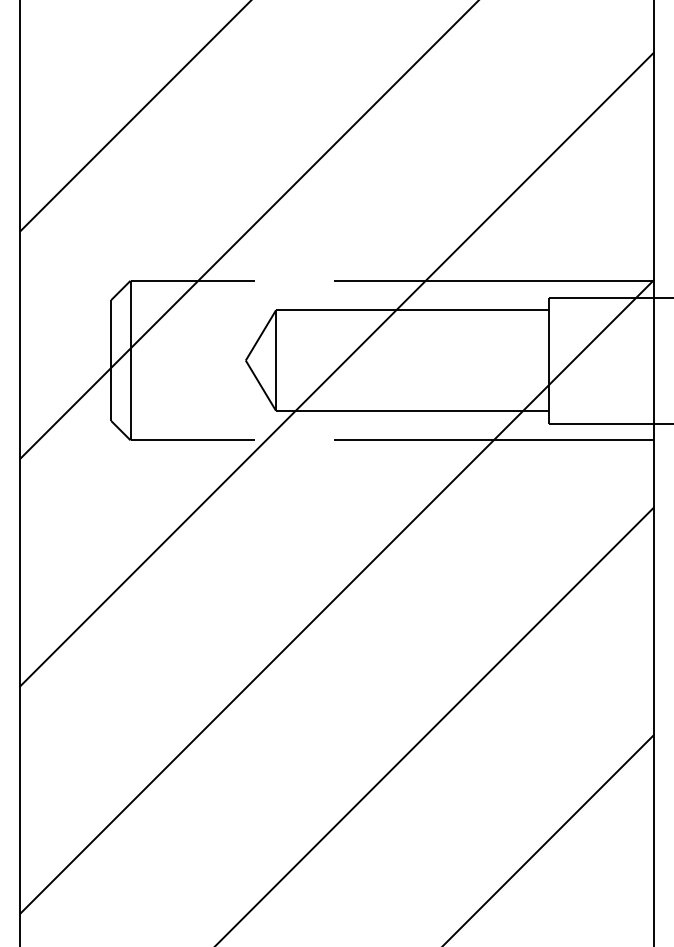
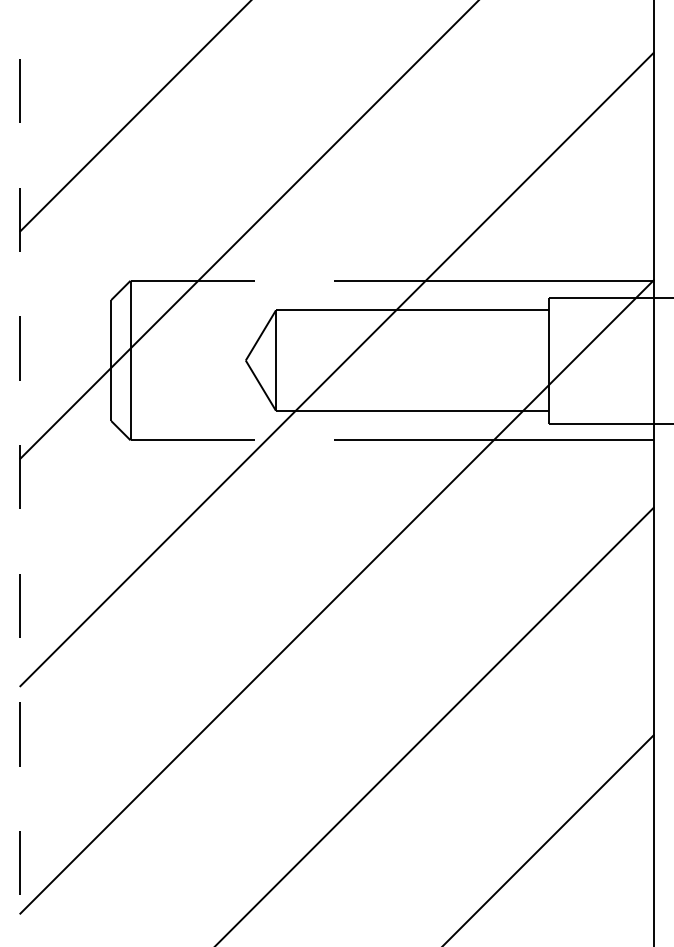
line at (20, 473): solid -> dashed
